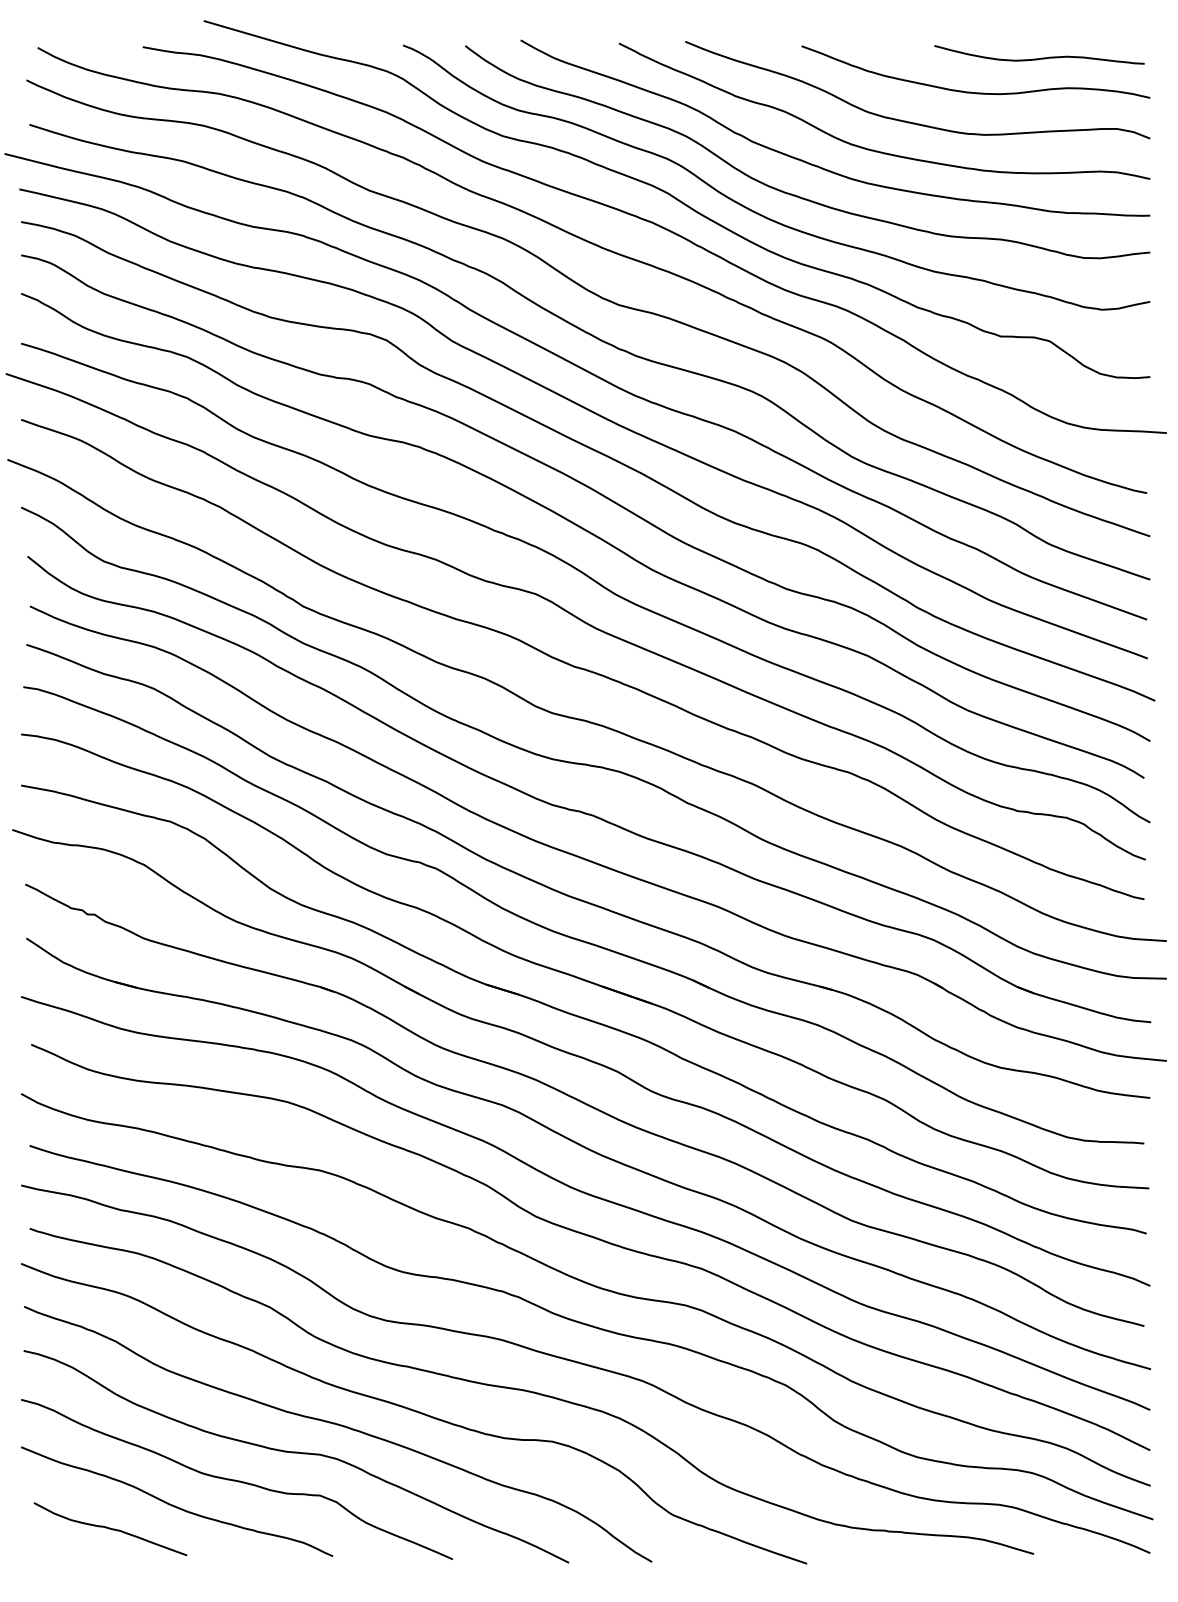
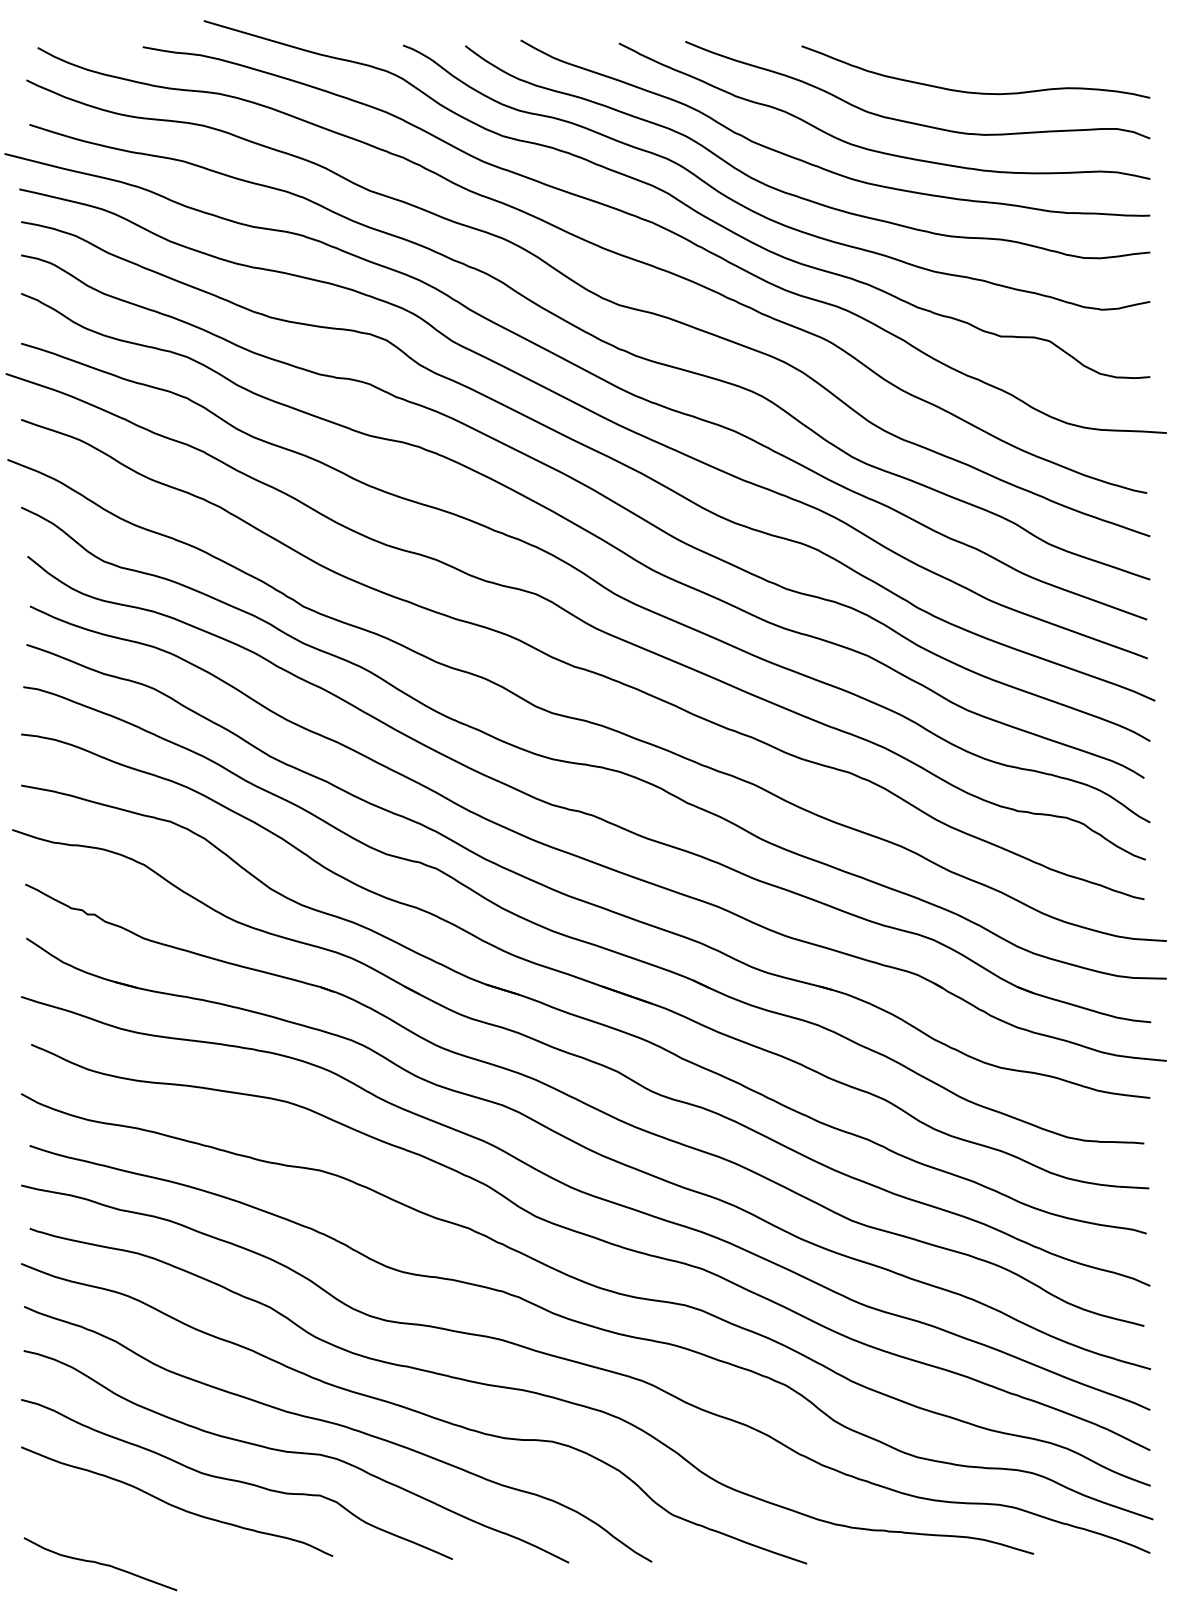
curve at (1041, 57): present -> none
curve at (110, 1529) position: (110, 1529) -> (100, 1564)
